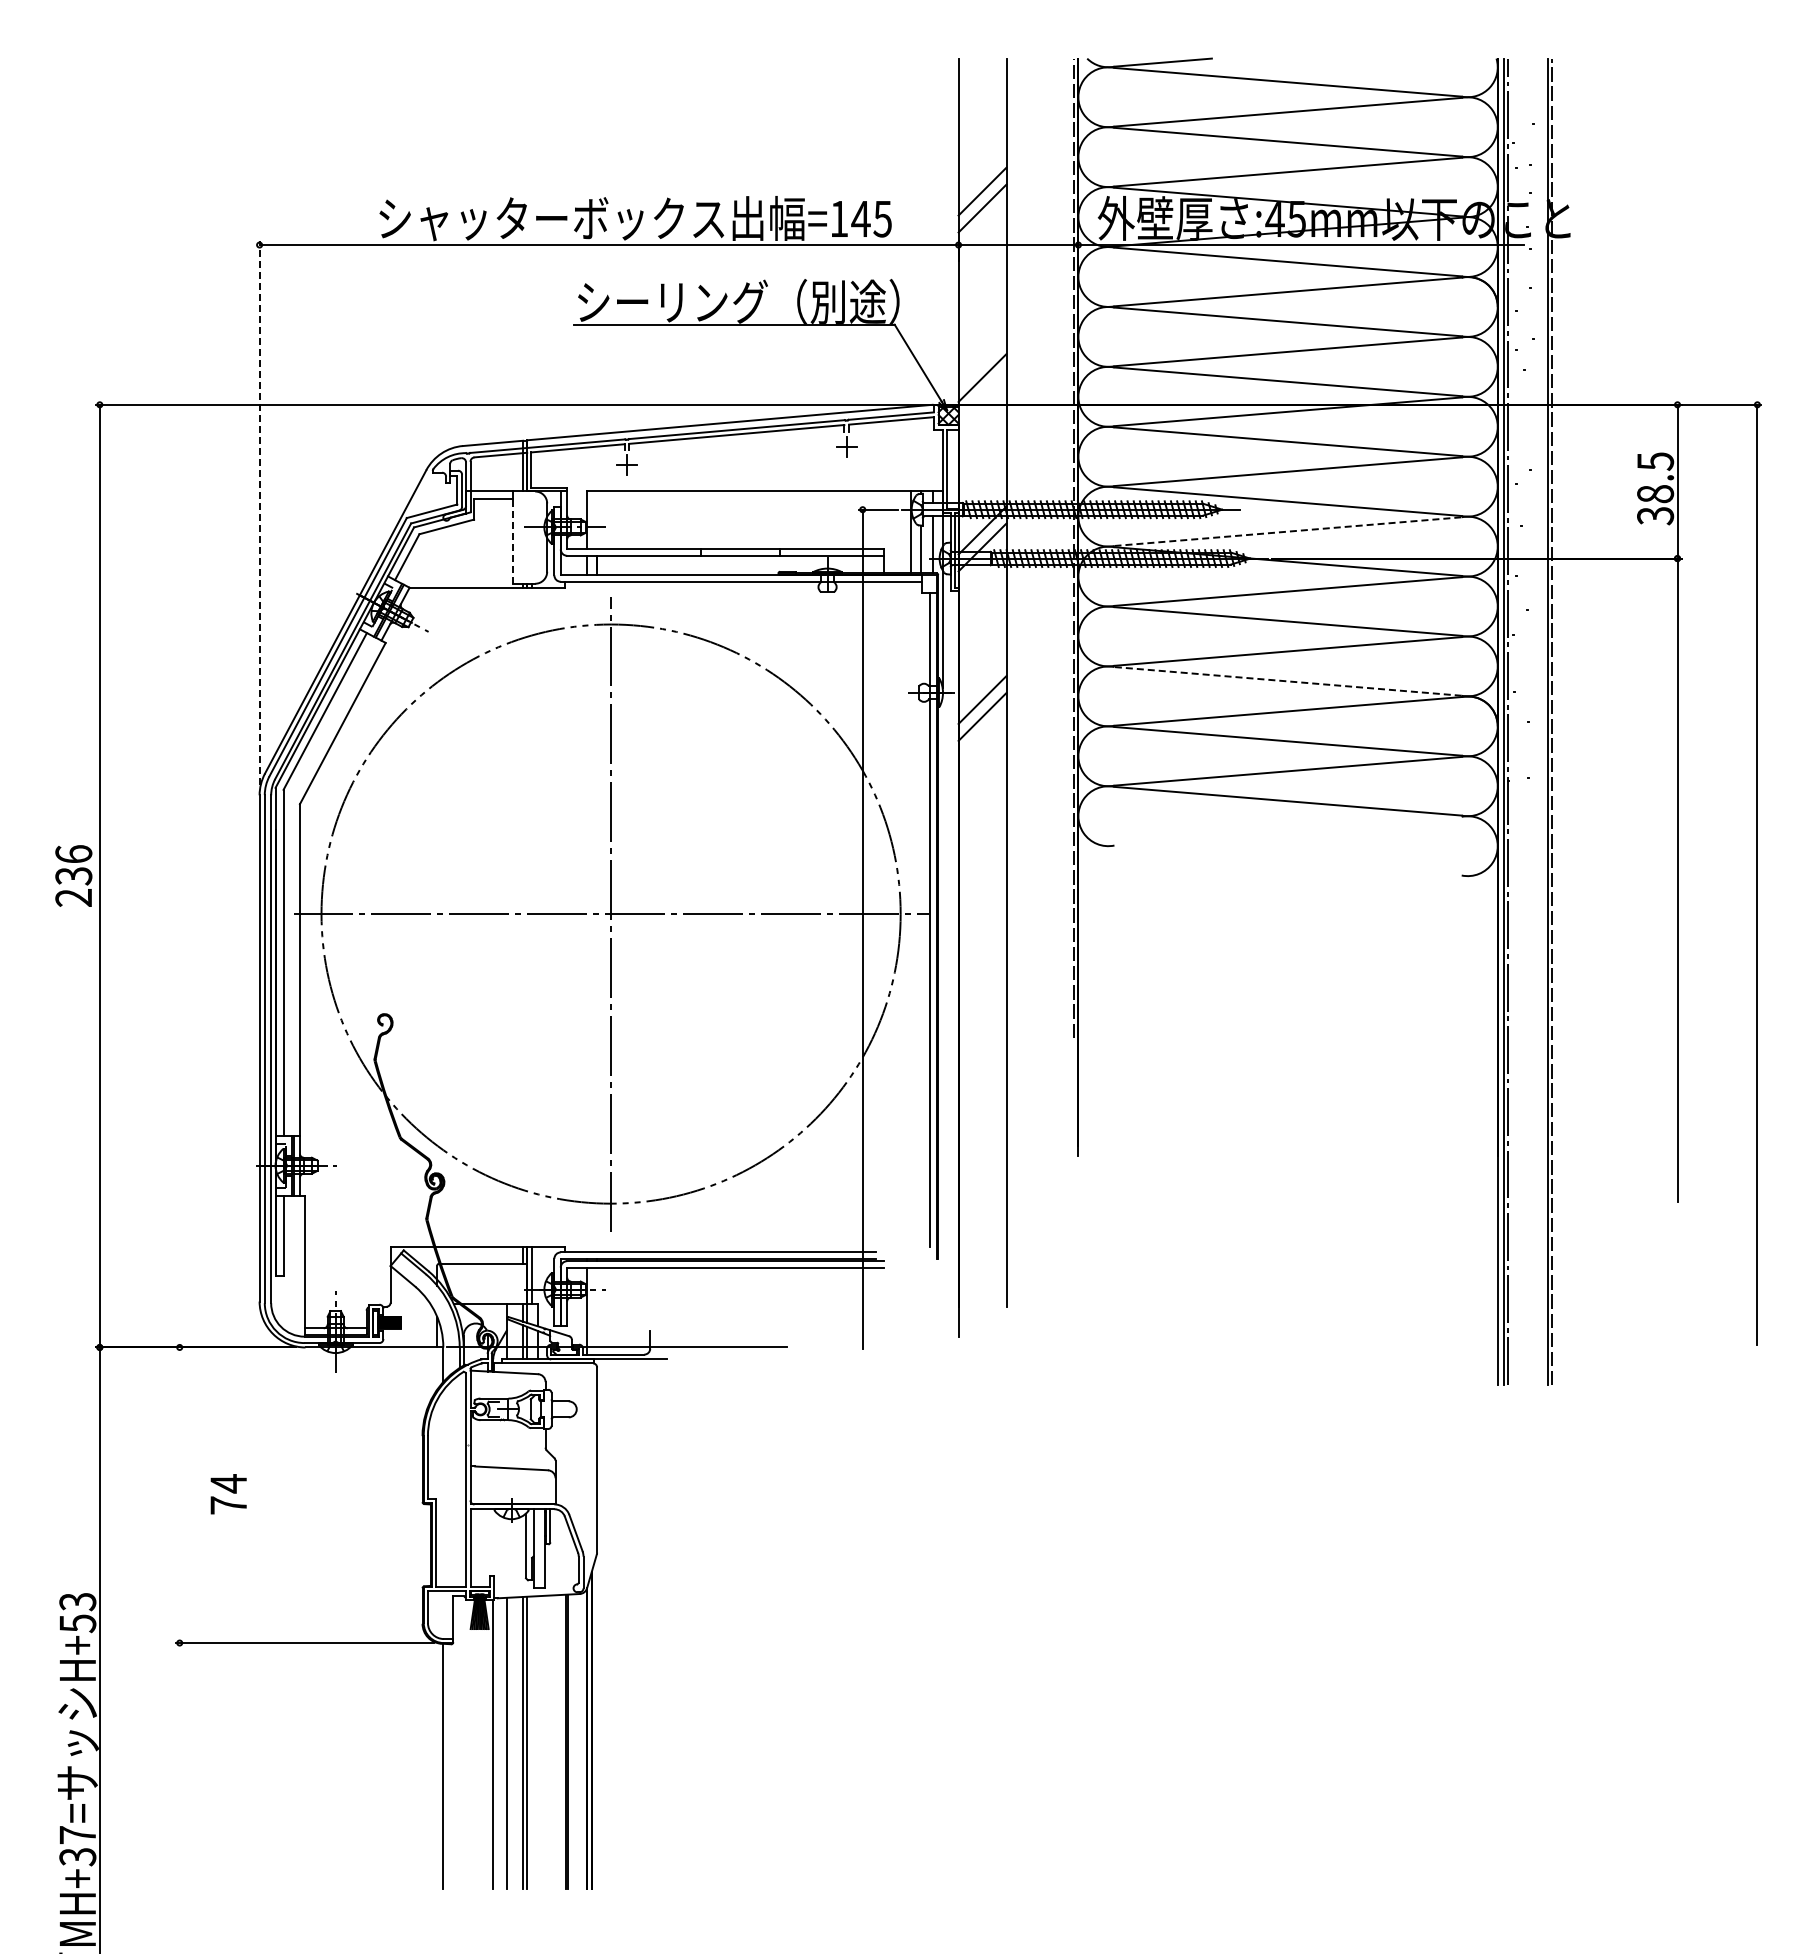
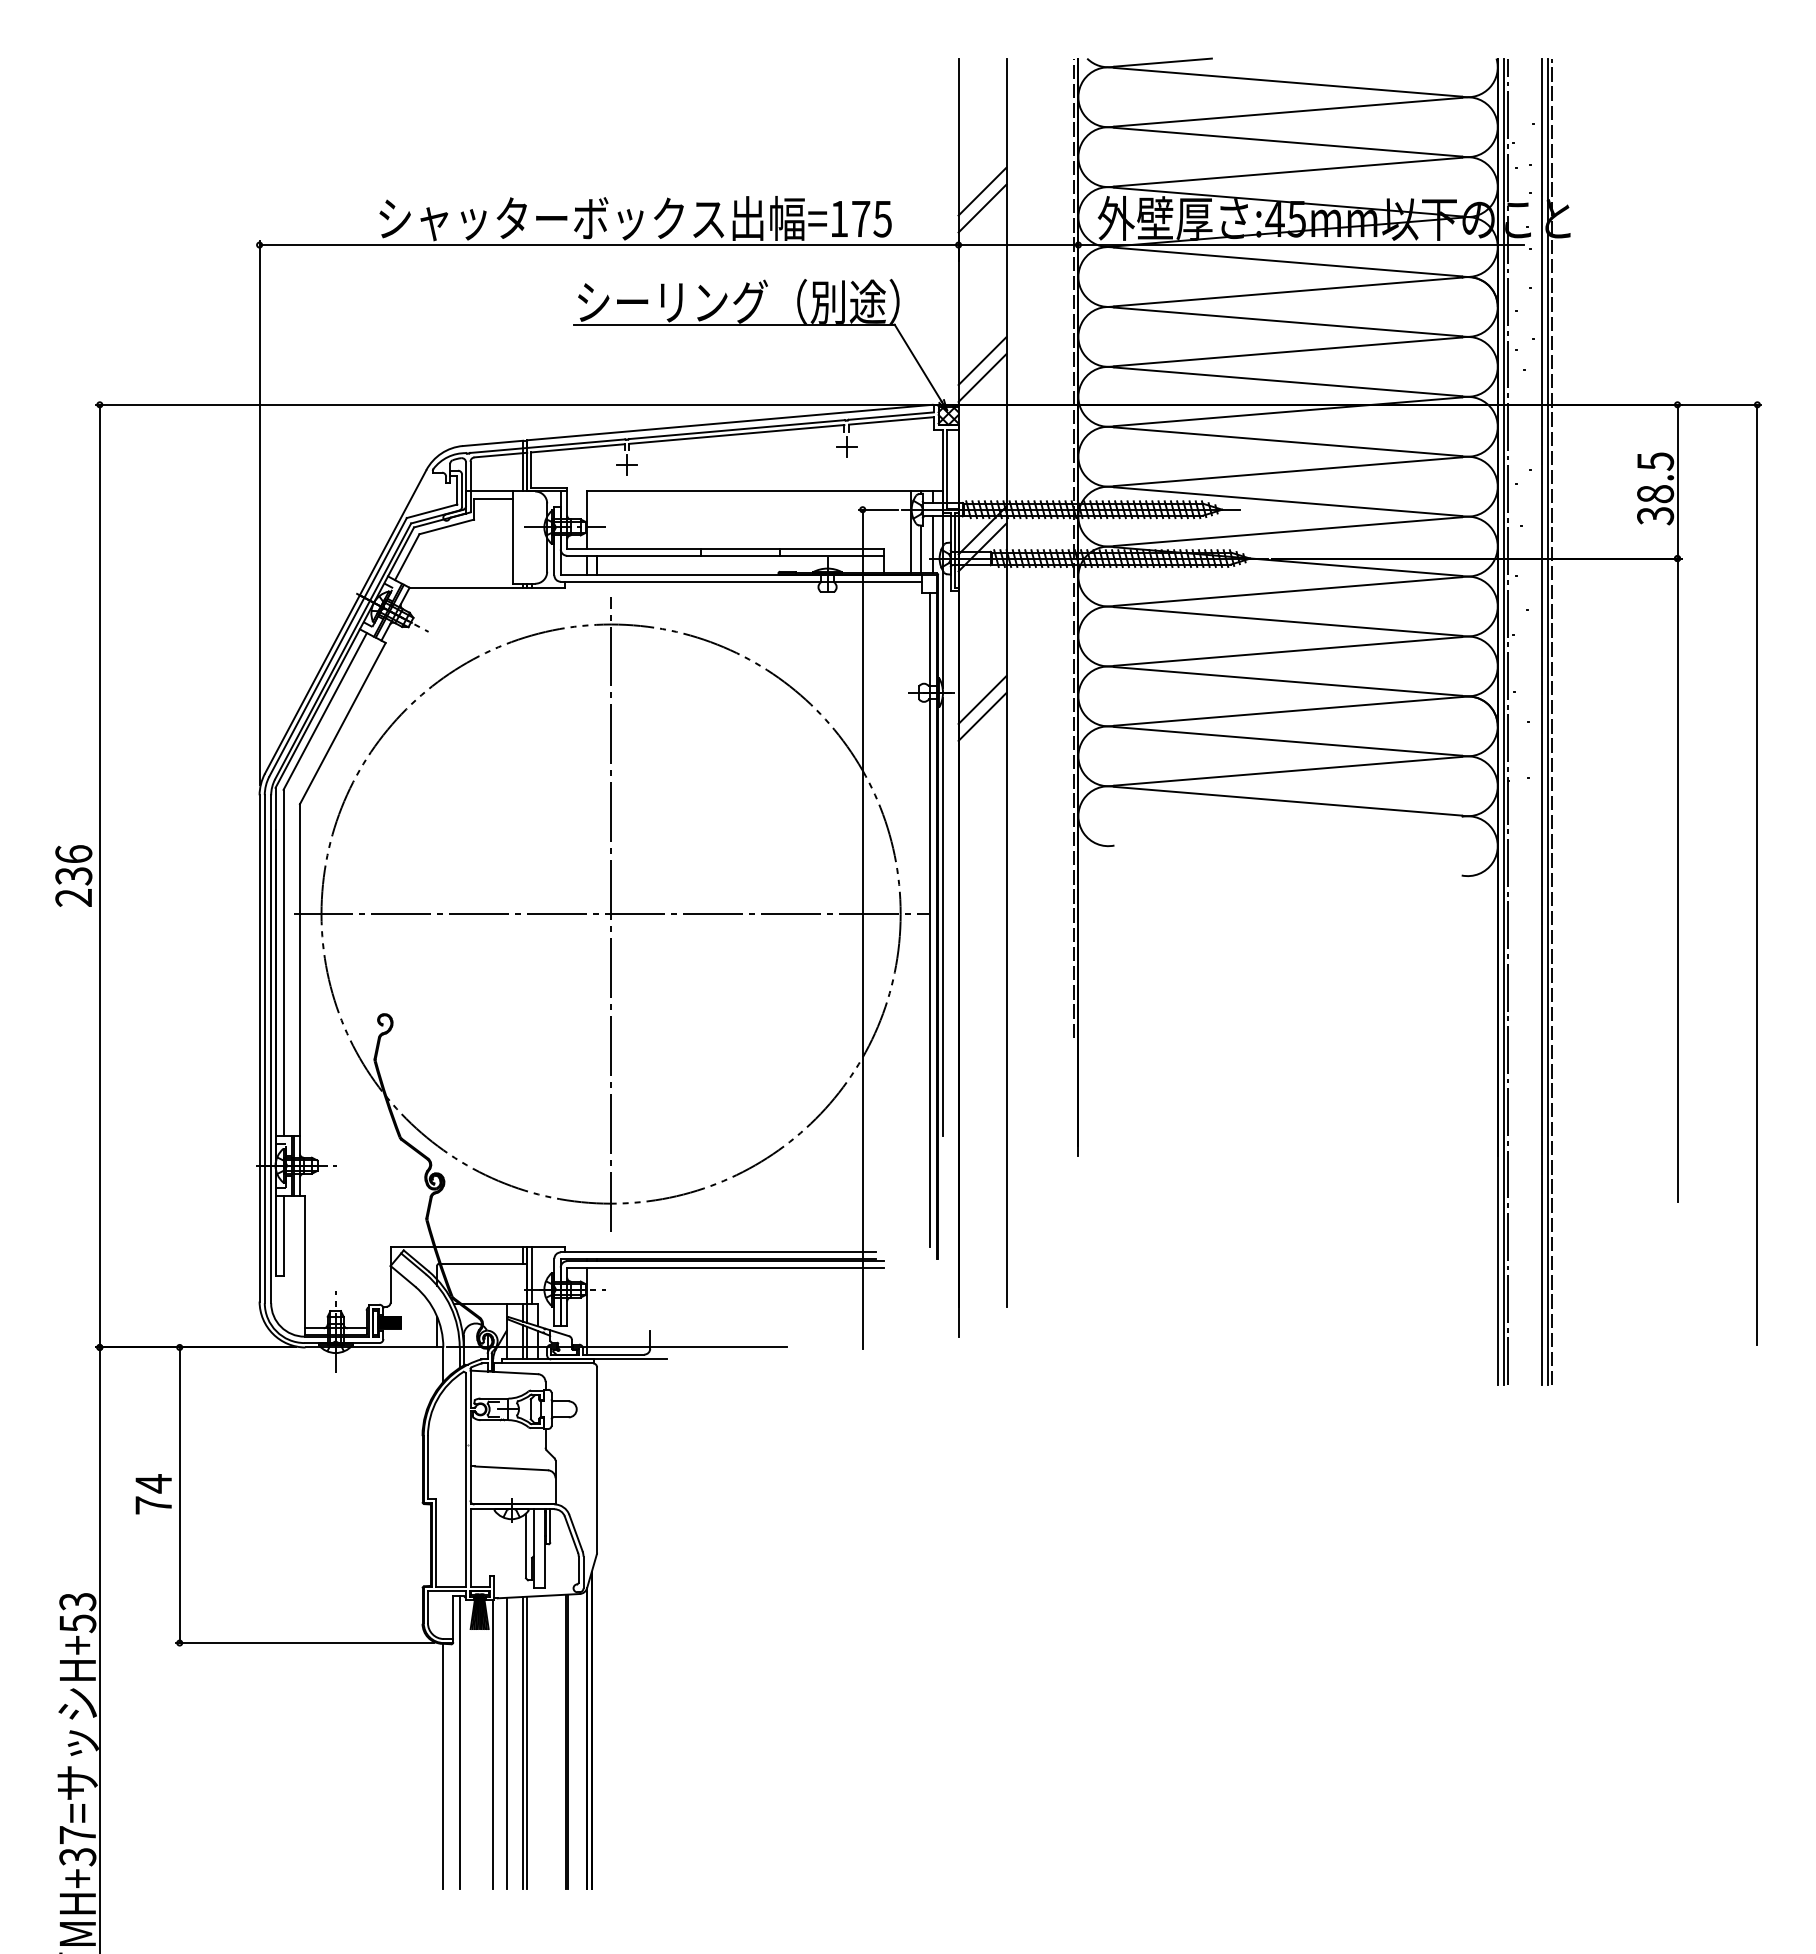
text at (860, 218): =145 -> =175
line at (982, 361): none -> present
line at (259, 512): dashed -> solid
line at (1288, 531): dashed -> solid
line at (512, 541): dashed -> solid
line at (1287, 681): dashed -> solid
line at (1541, 721): none -> present
line at (942, 916): none -> present
text at (228, 1494) position: (228, 1494) -> (153, 1494)
line at (179, 1495): none -> present
line at (459, 1742): none -> present
